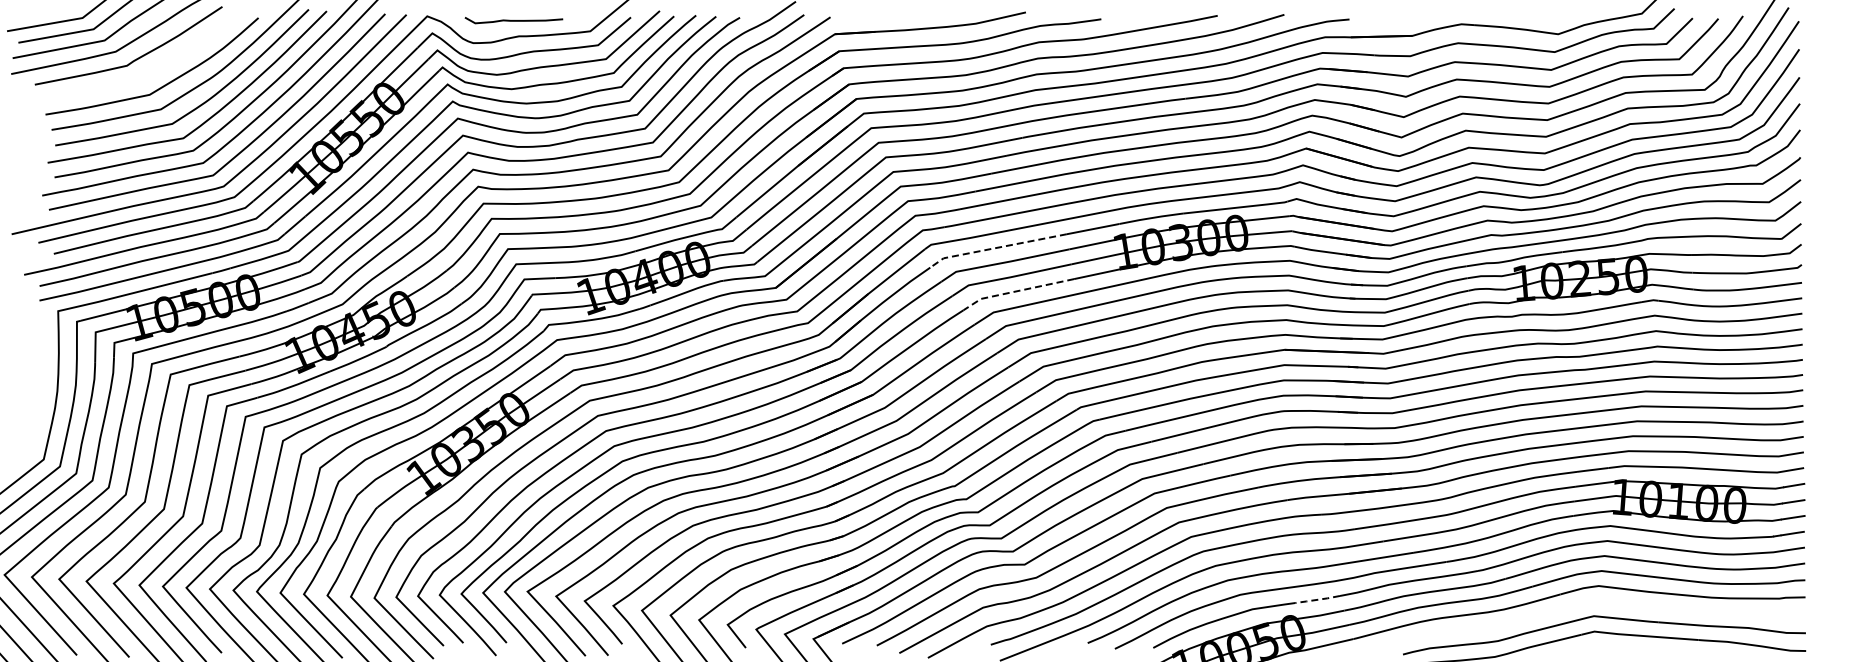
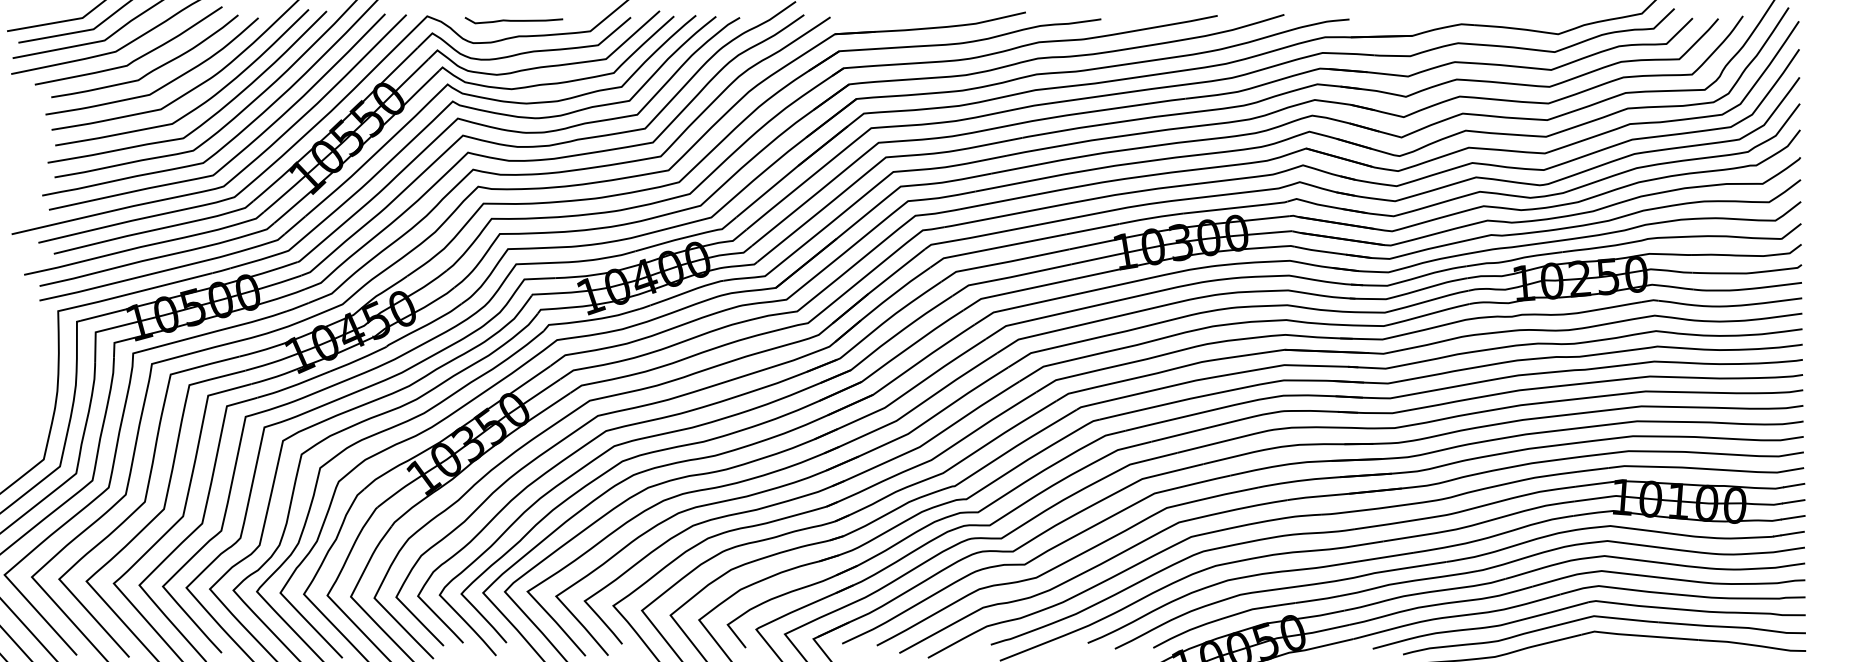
curve at (154, 68): none -> present
line at (996, 247): dashed -> solid
line at (1016, 291): dashed -> solid
line at (1317, 599): dashed -> solid
part at (1581, 605): none -> present
